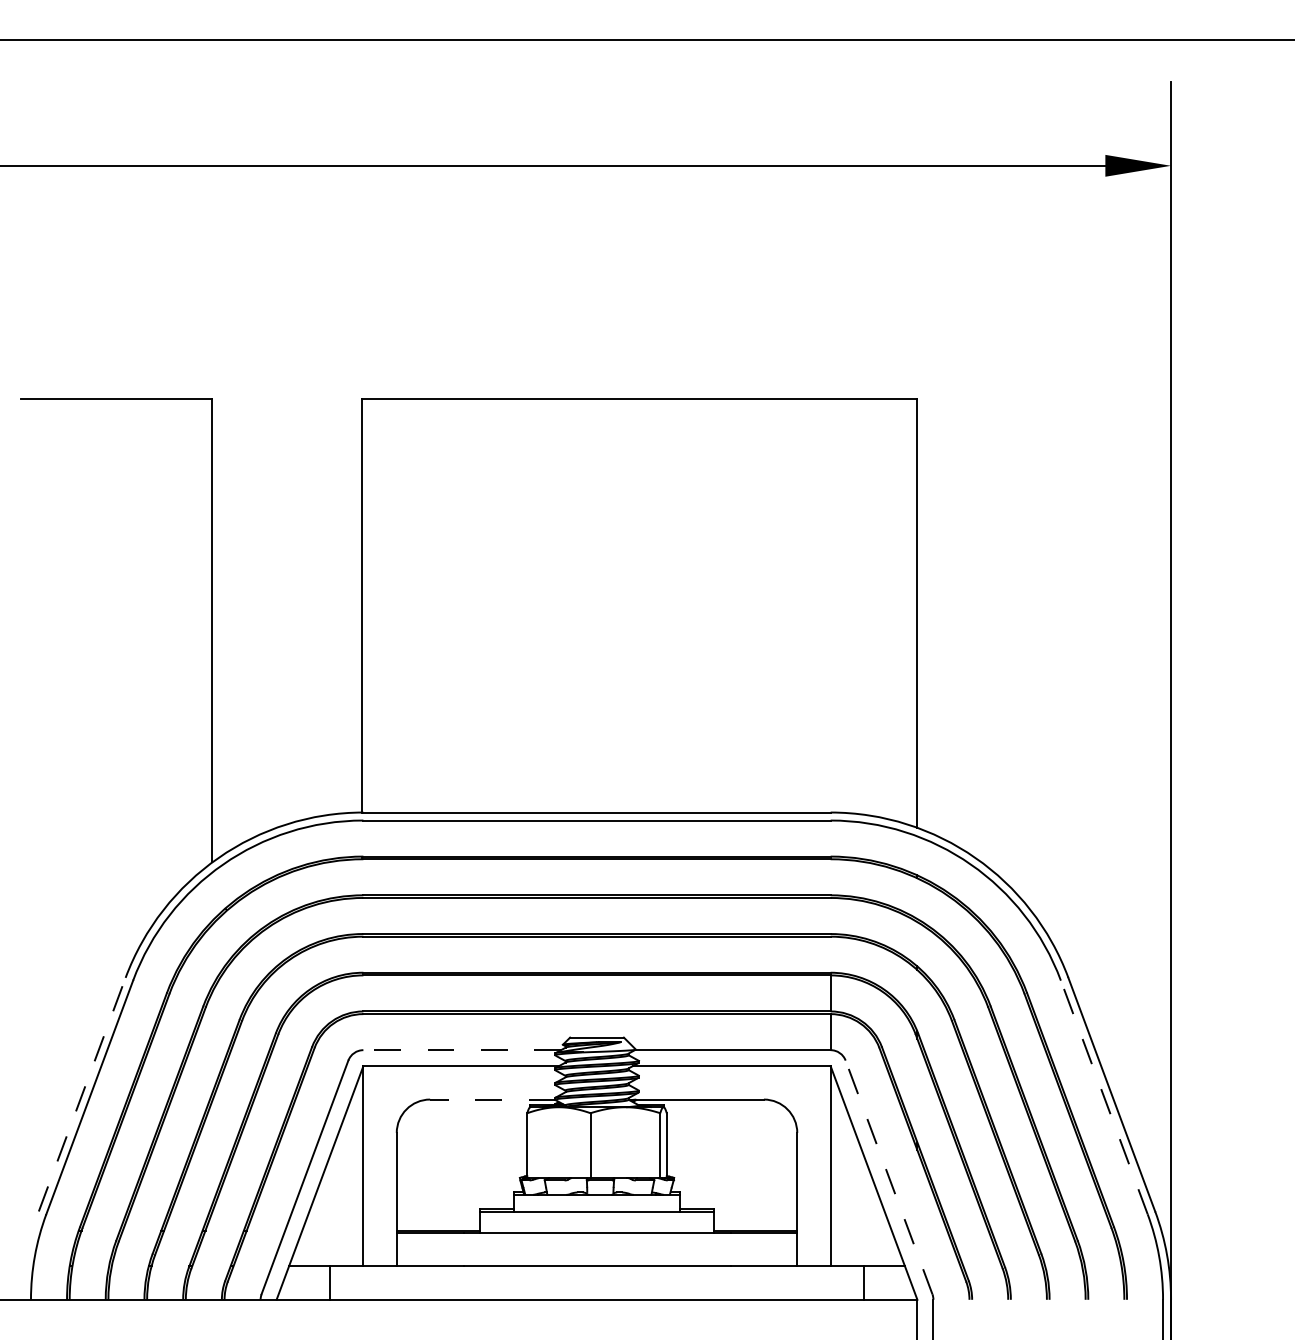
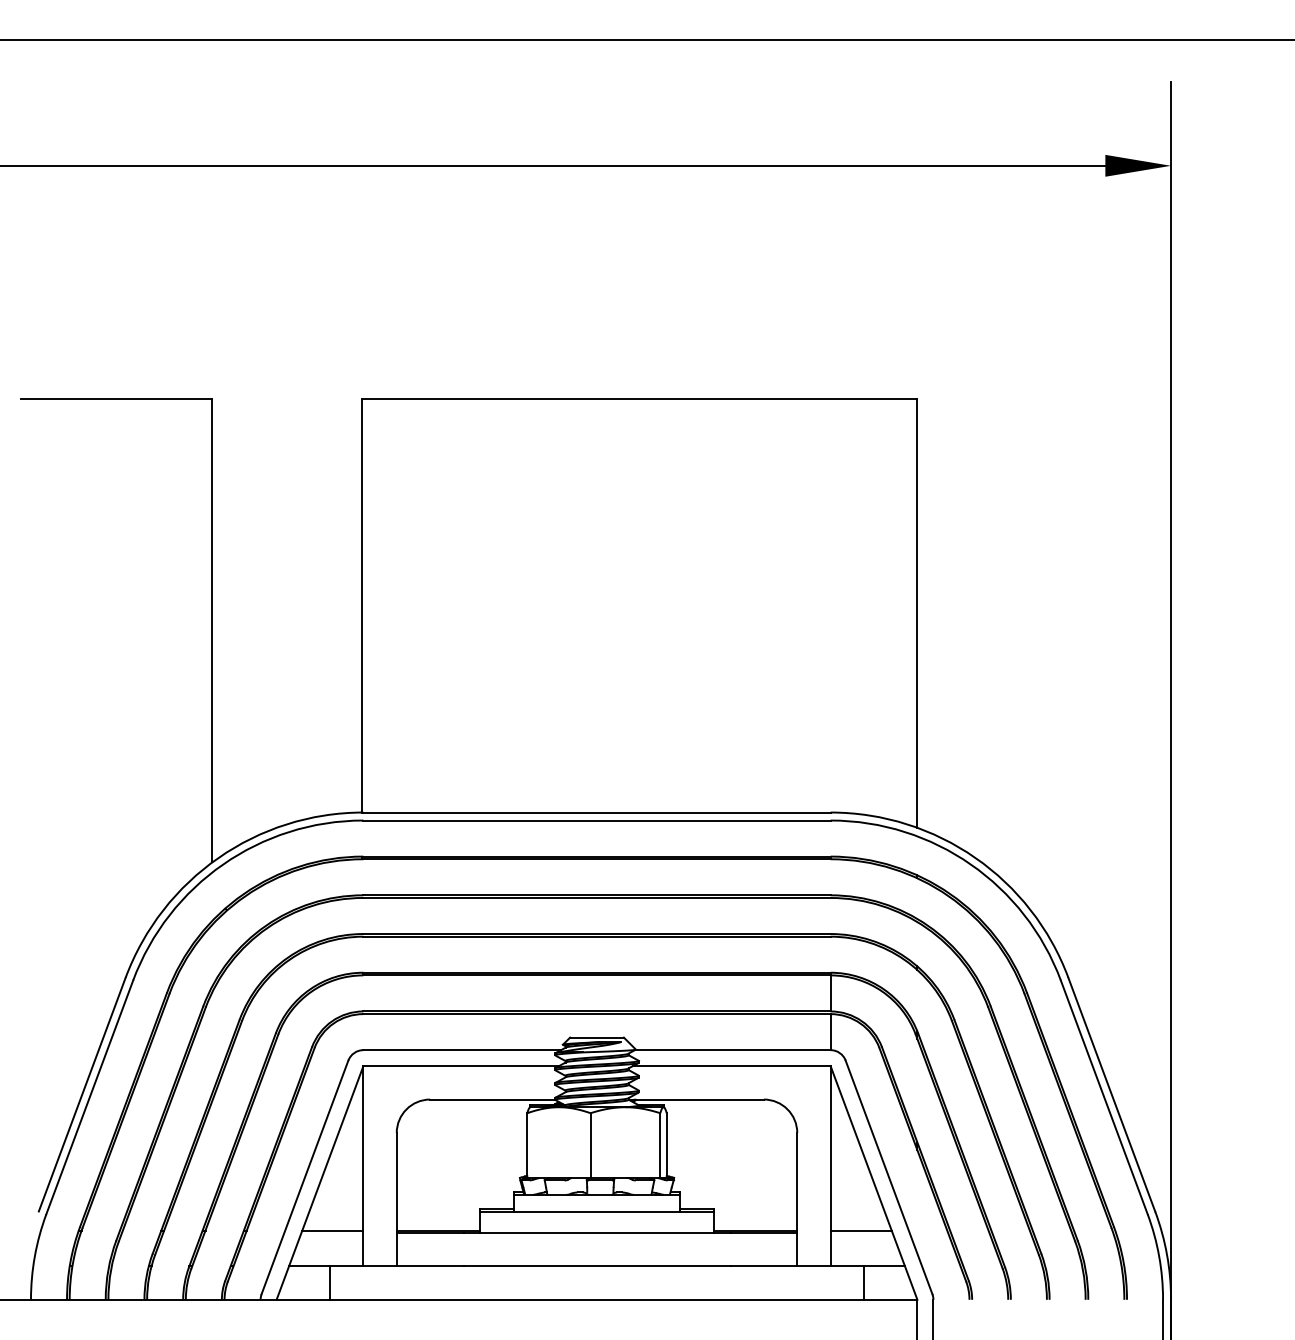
line at (462, 1050): dashed -> solid
line at (82, 1094): dashed -> solid
line at (1104, 1097): dashed -> solid
line at (492, 1099): dashed -> solid
line at (889, 1177): dashed -> solid
line at (332, 1230): none -> present
line at (860, 1230): none -> present
